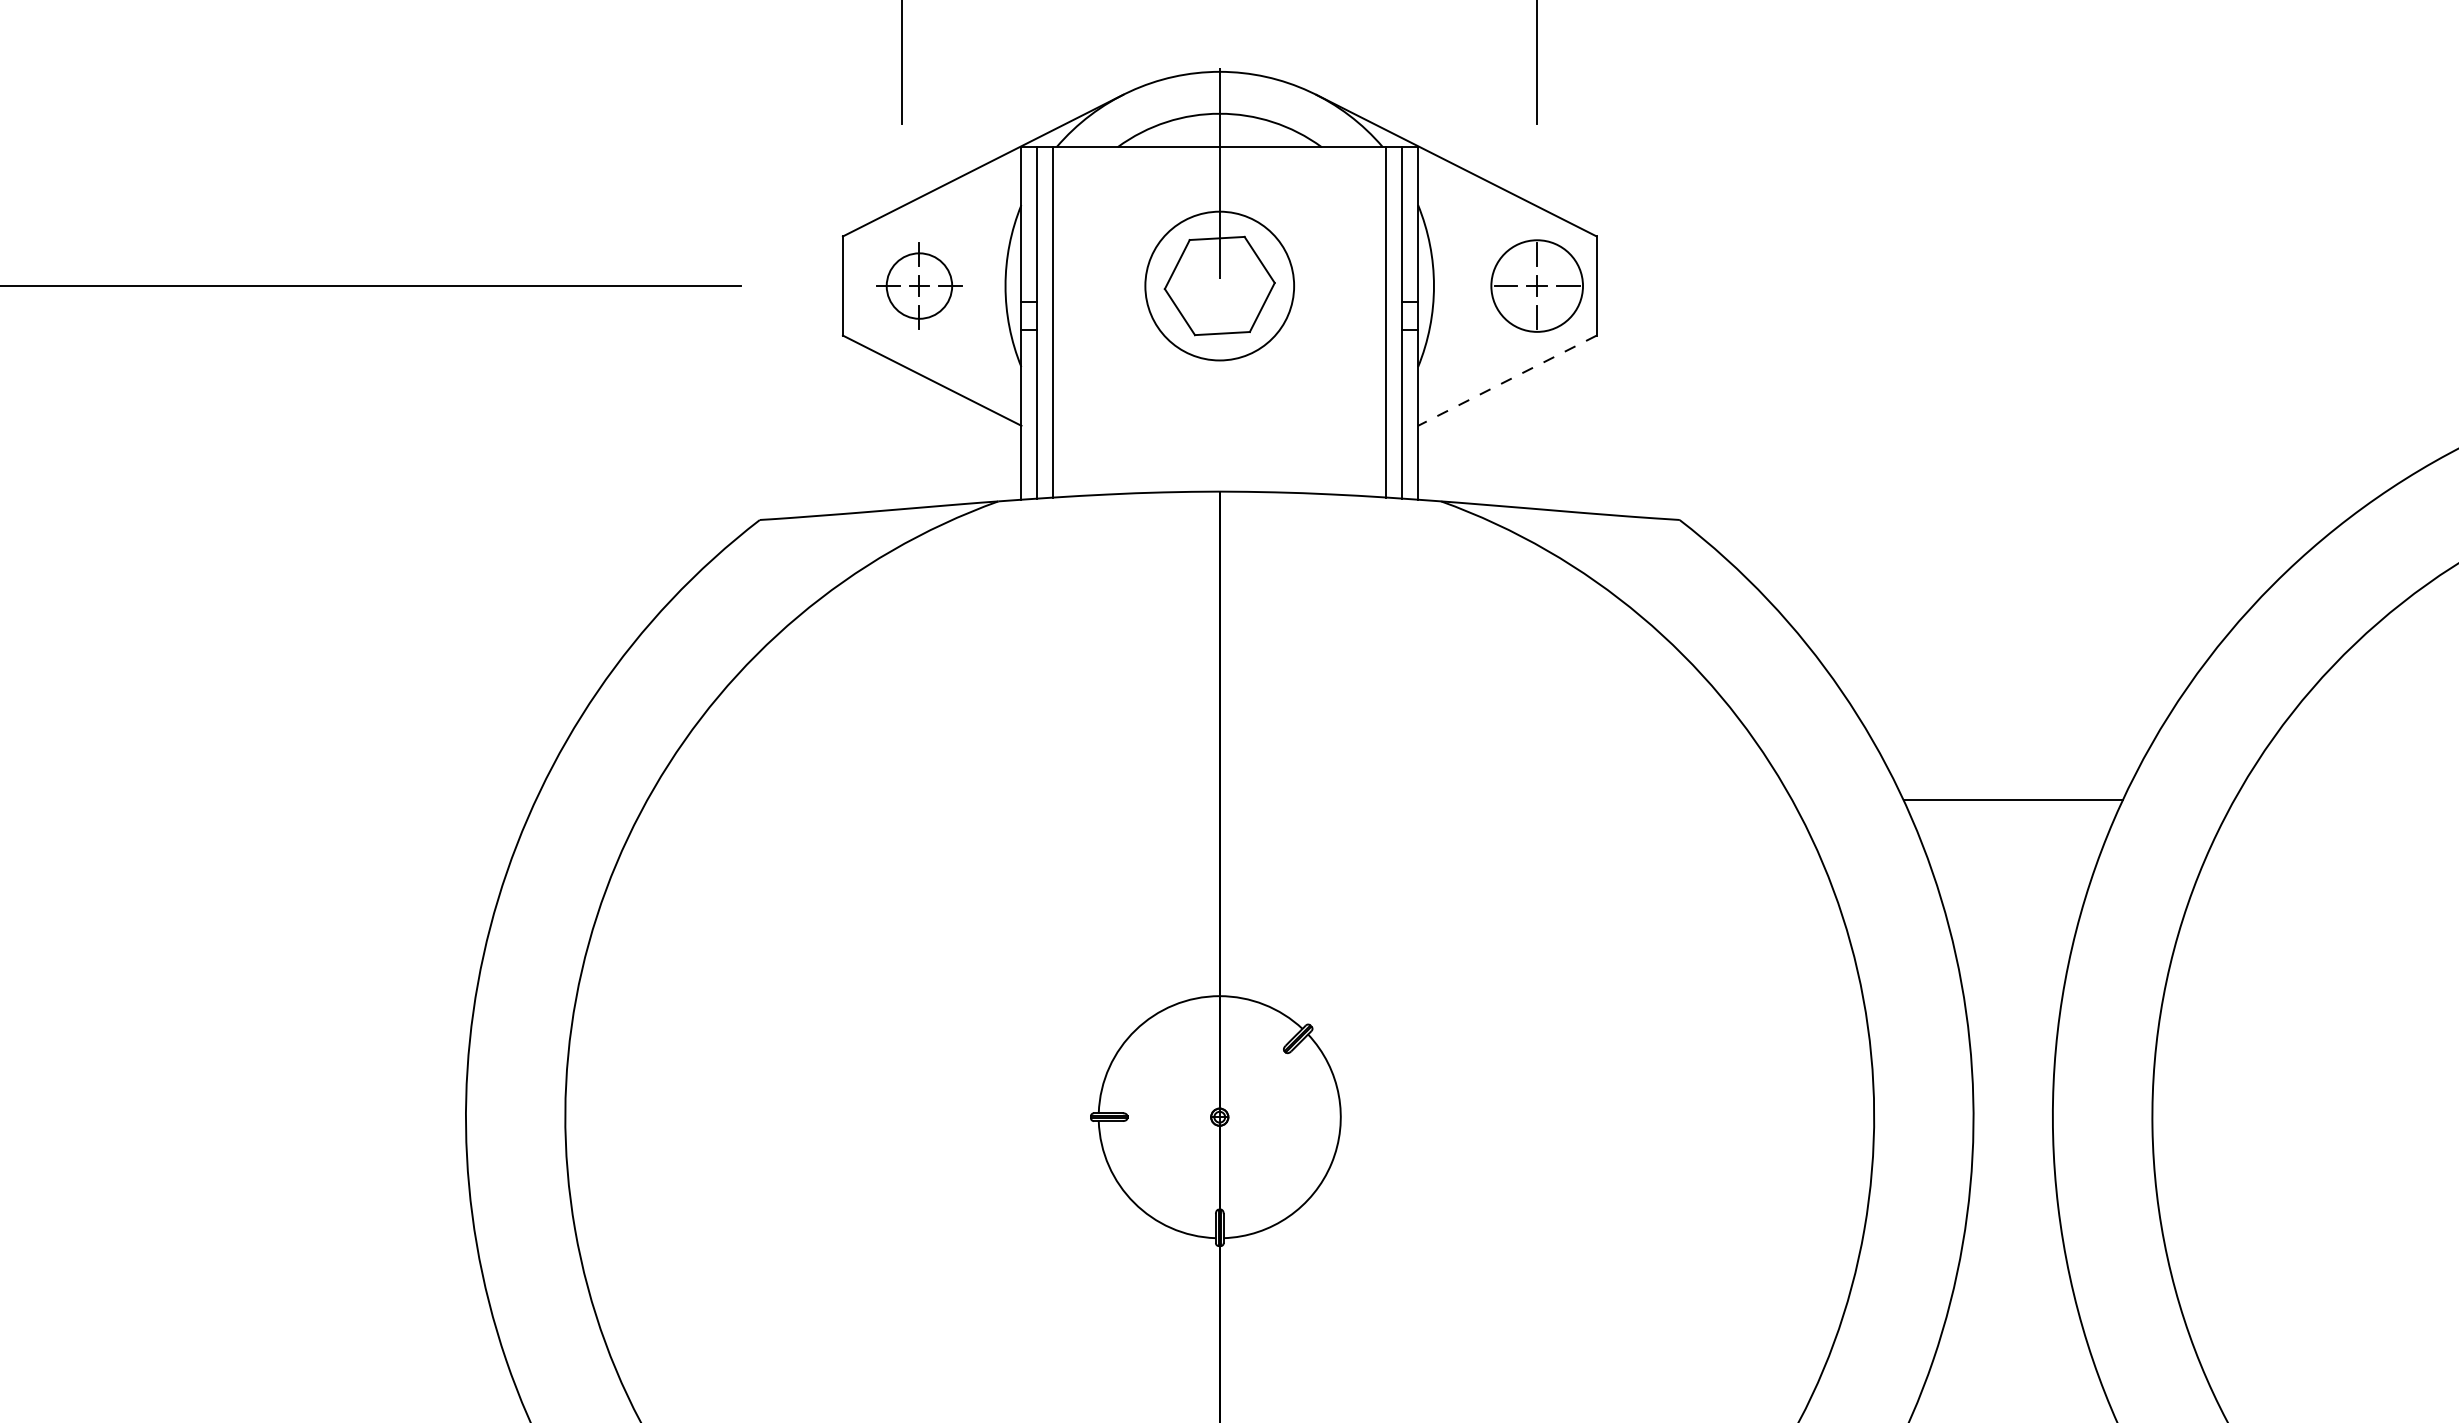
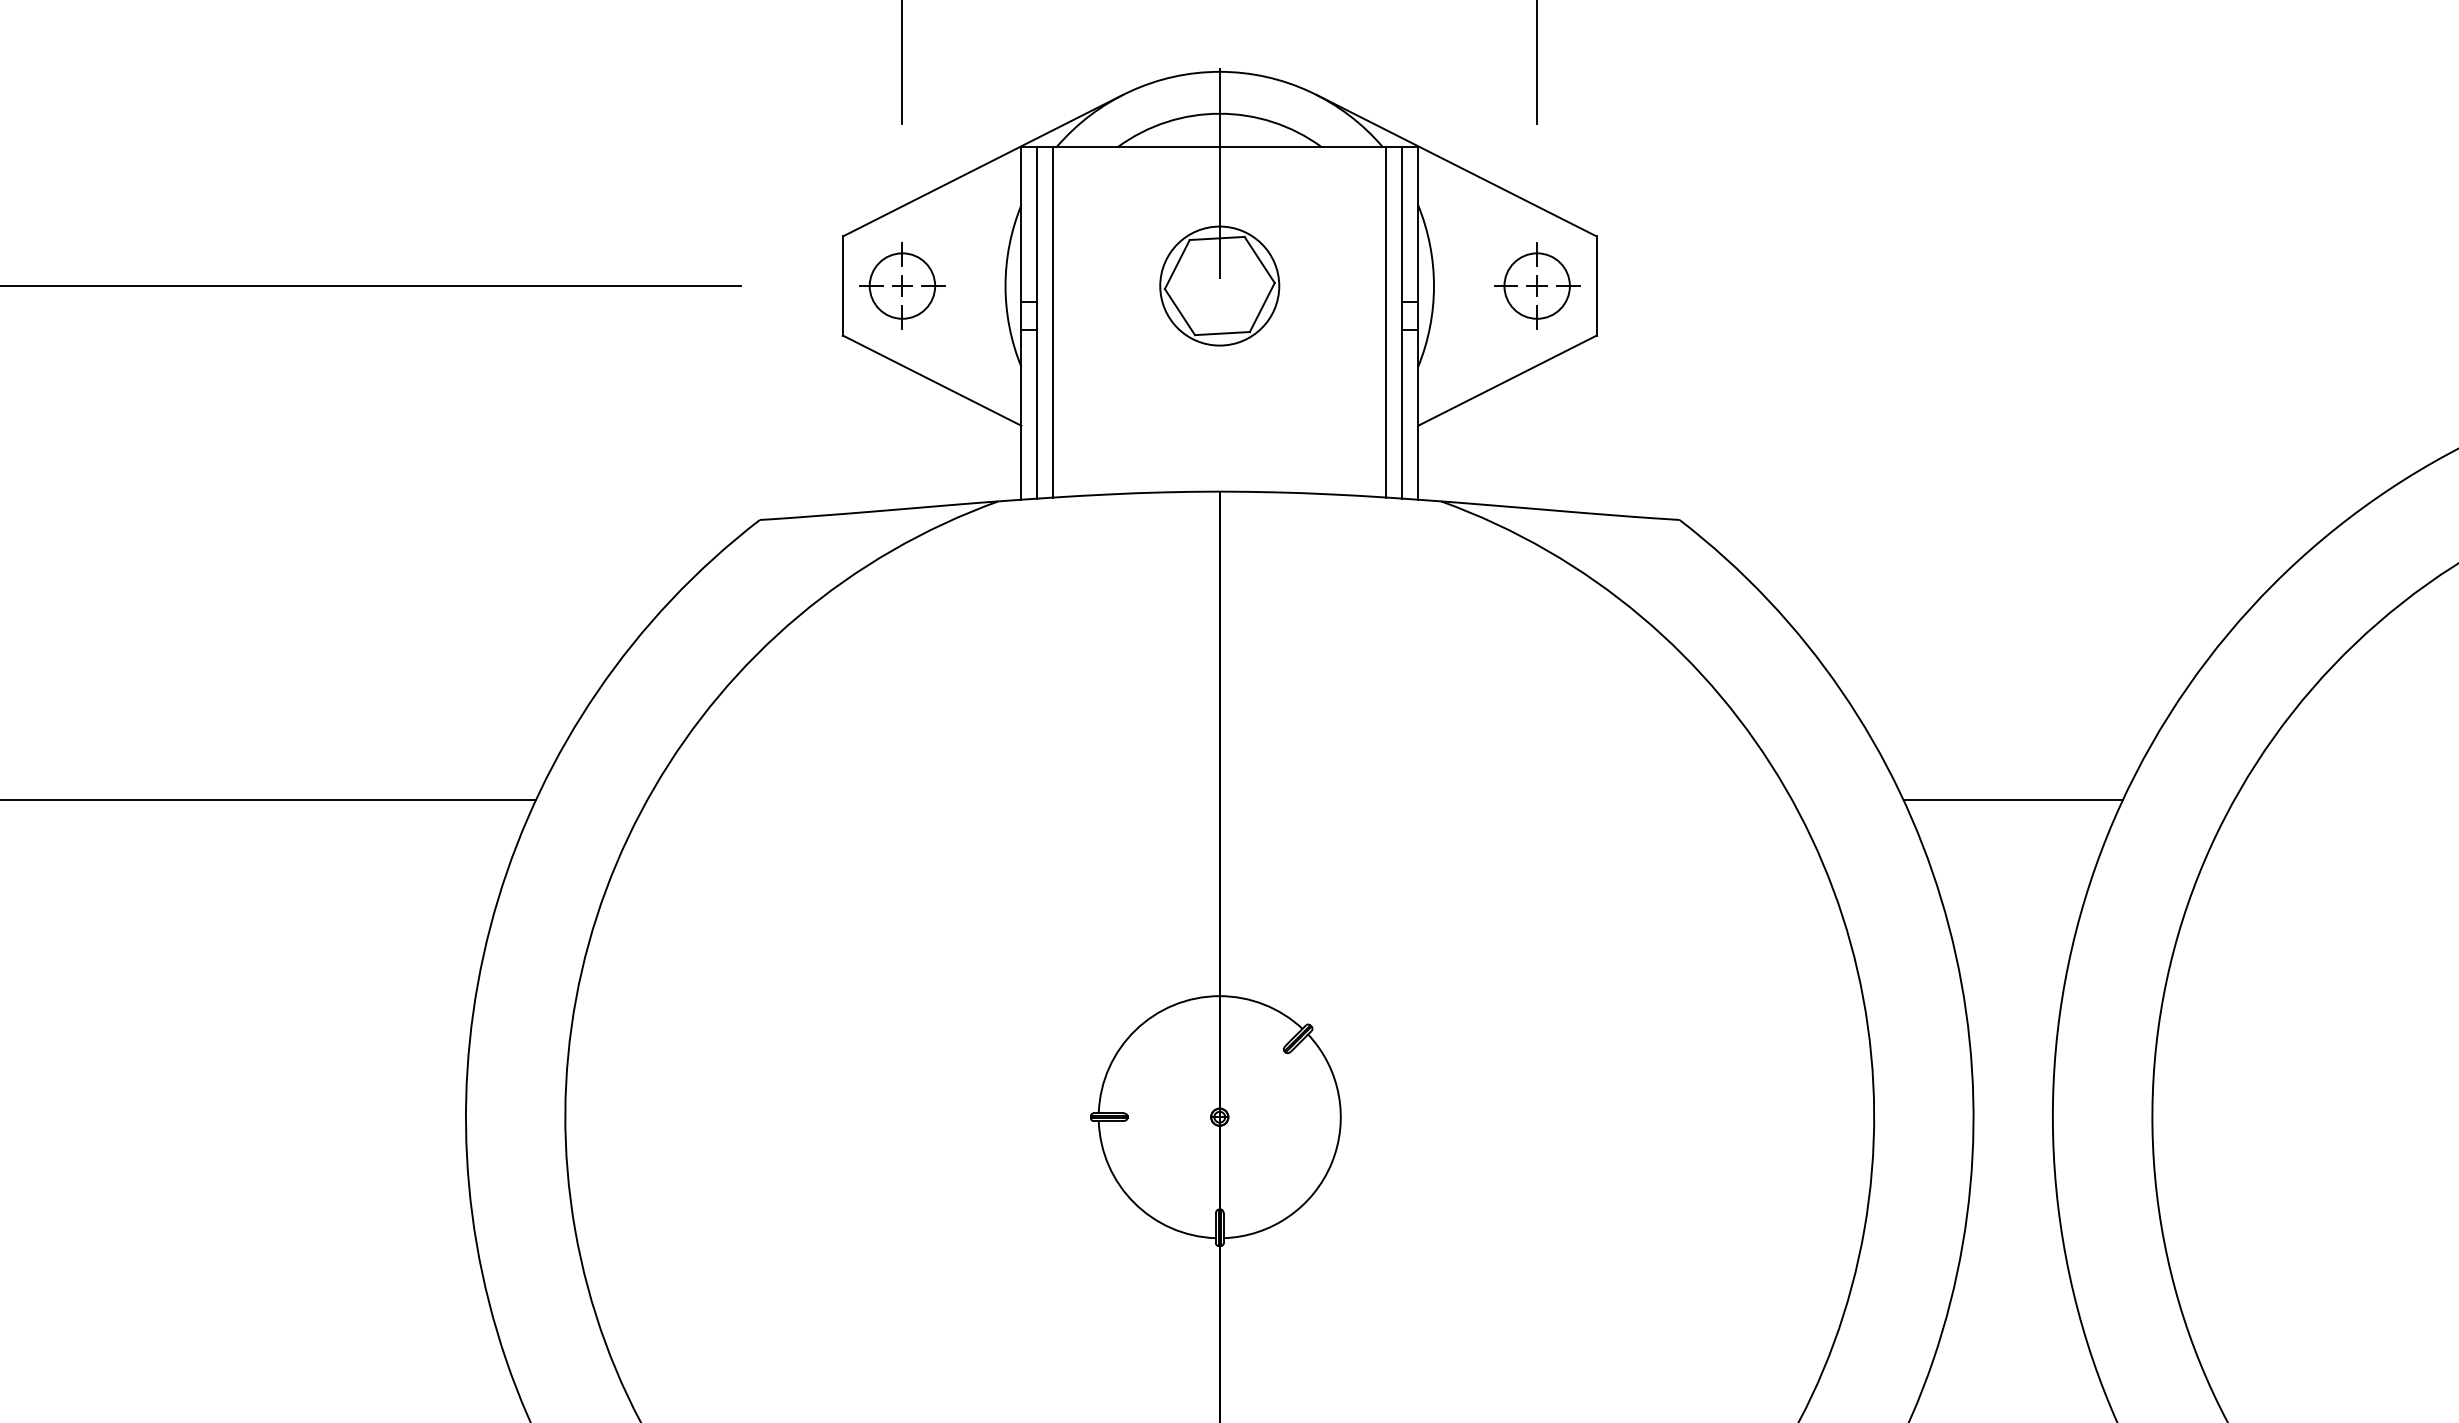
part at (919, 285) position: (919, 285) -> (902, 285)
circle at (1219, 285) diameter: 149 px -> 119 px
circle at (1537, 285) diameter: 92 px -> 65 px
line at (1506, 380): dashed -> solid
line at (269, 799): none -> present
